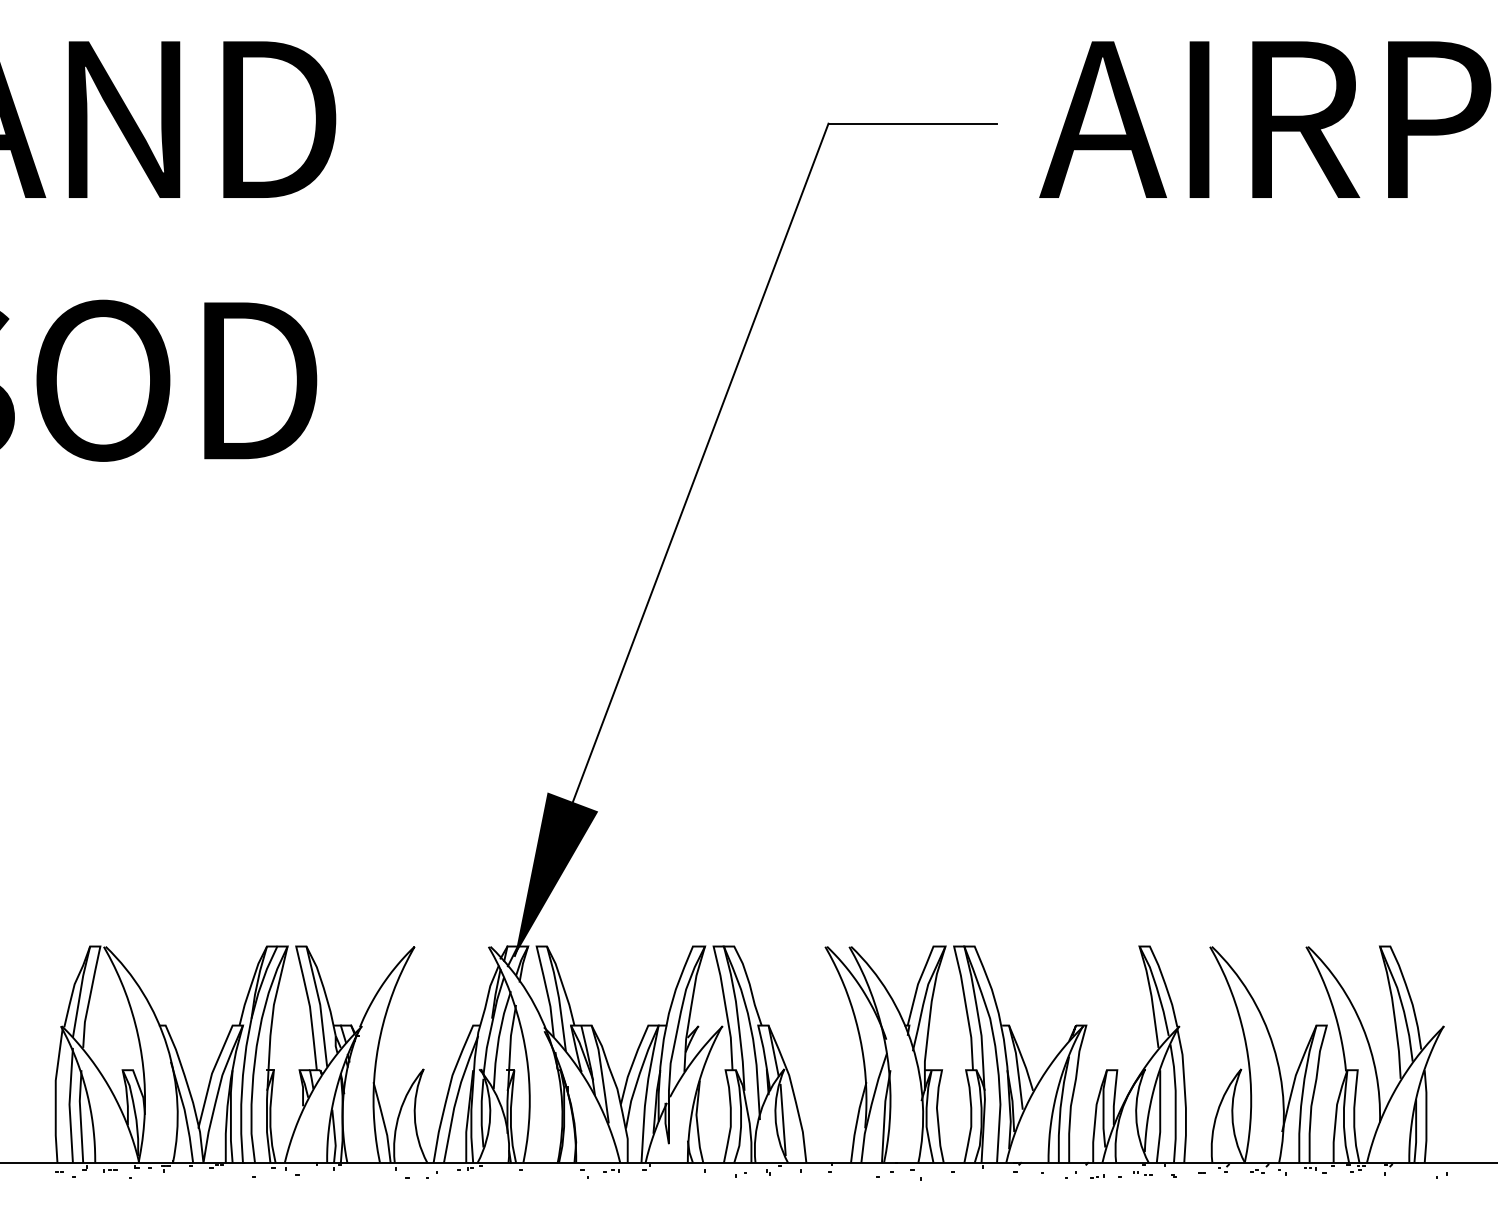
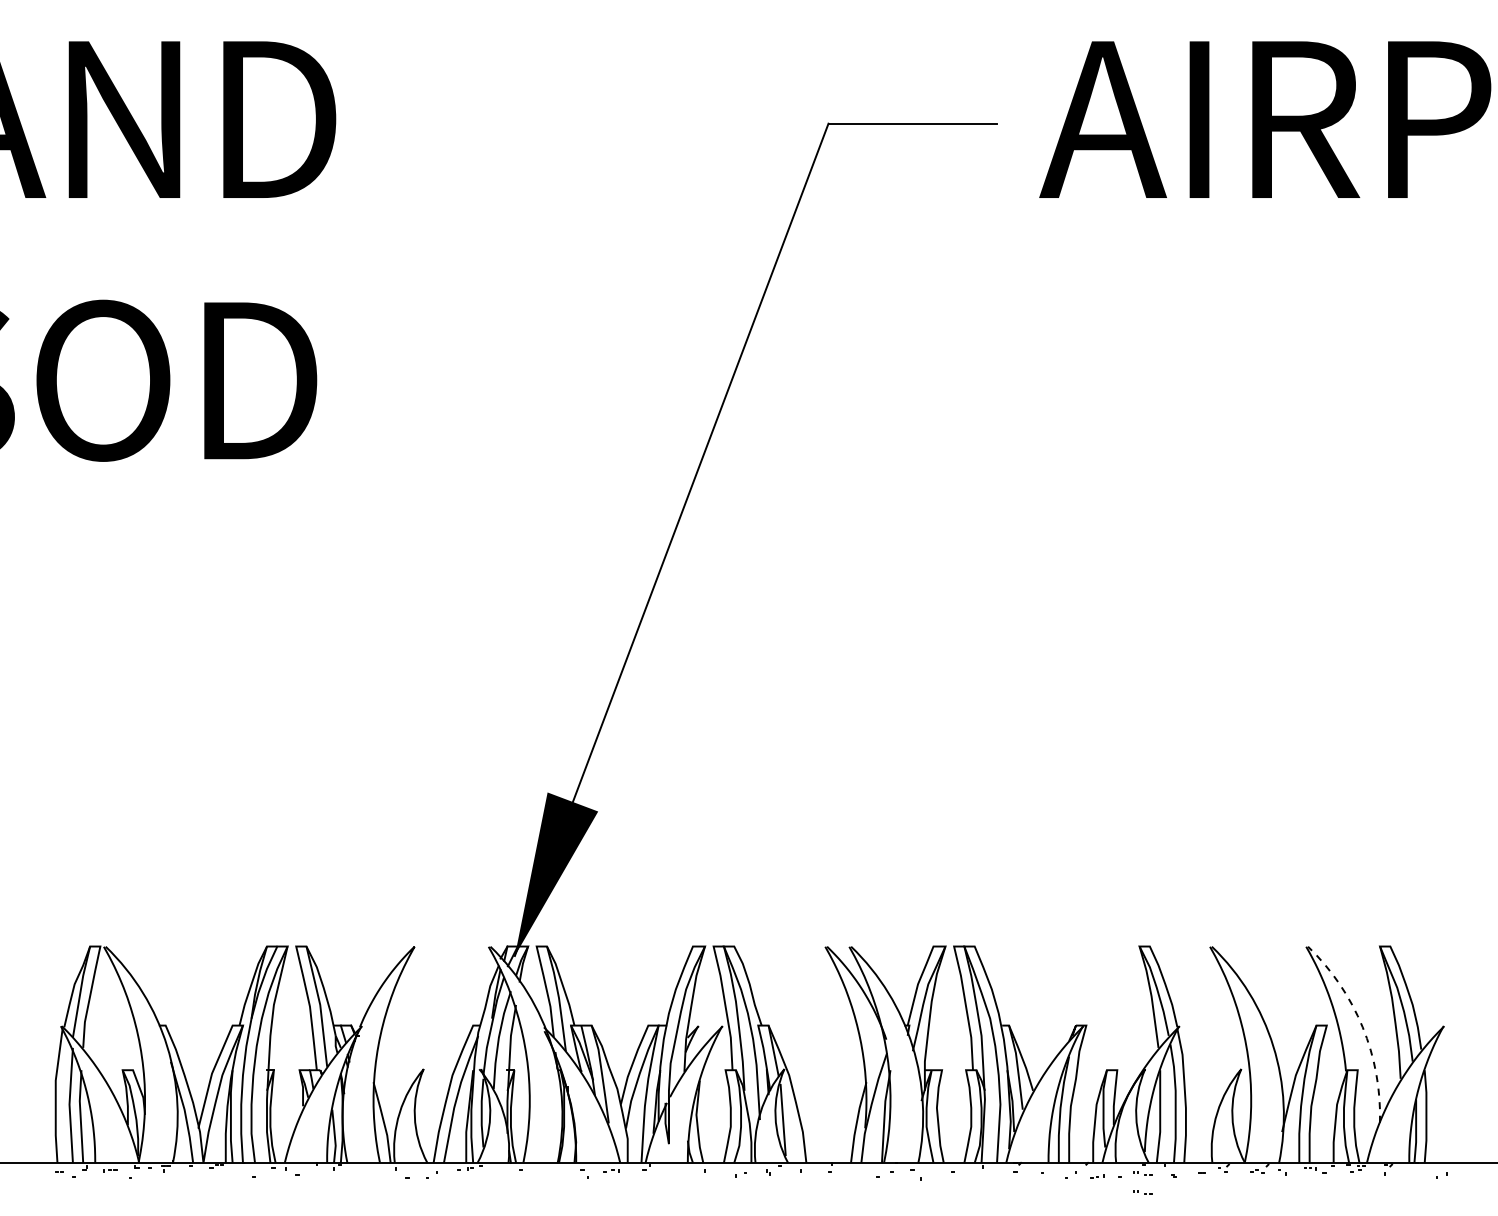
arc at (1362, 1027): solid -> dashed
part at (1142, 1192): none -> present
